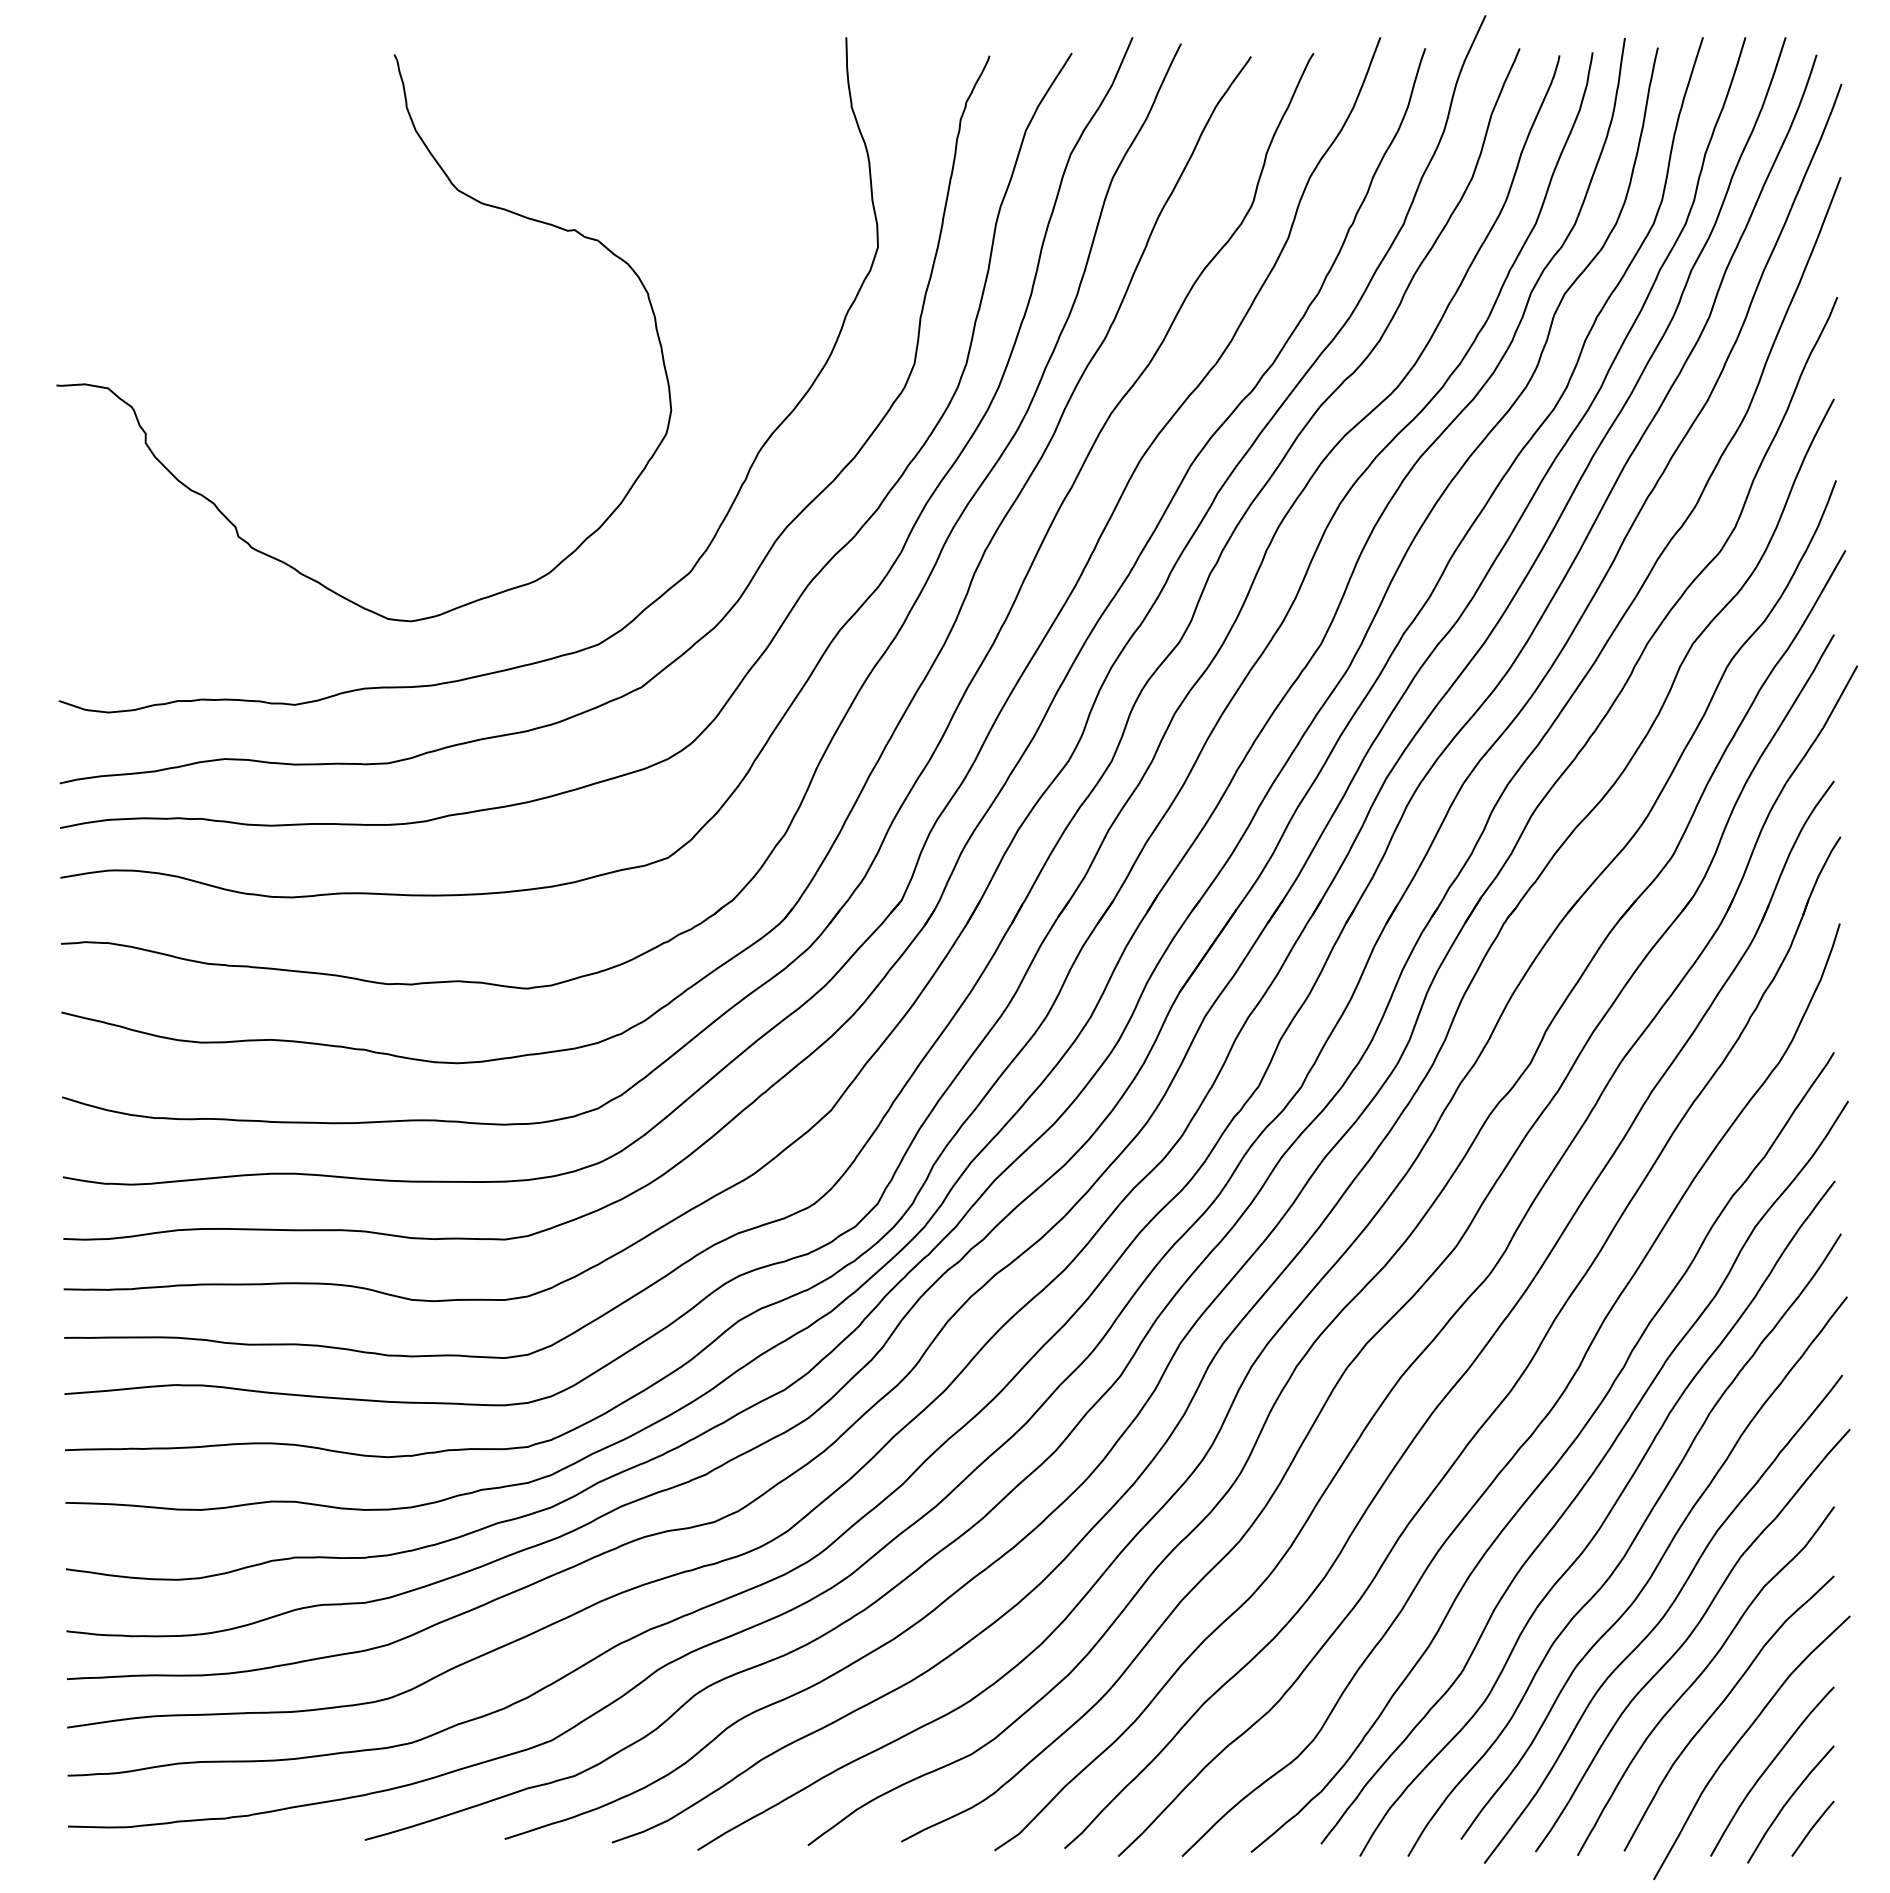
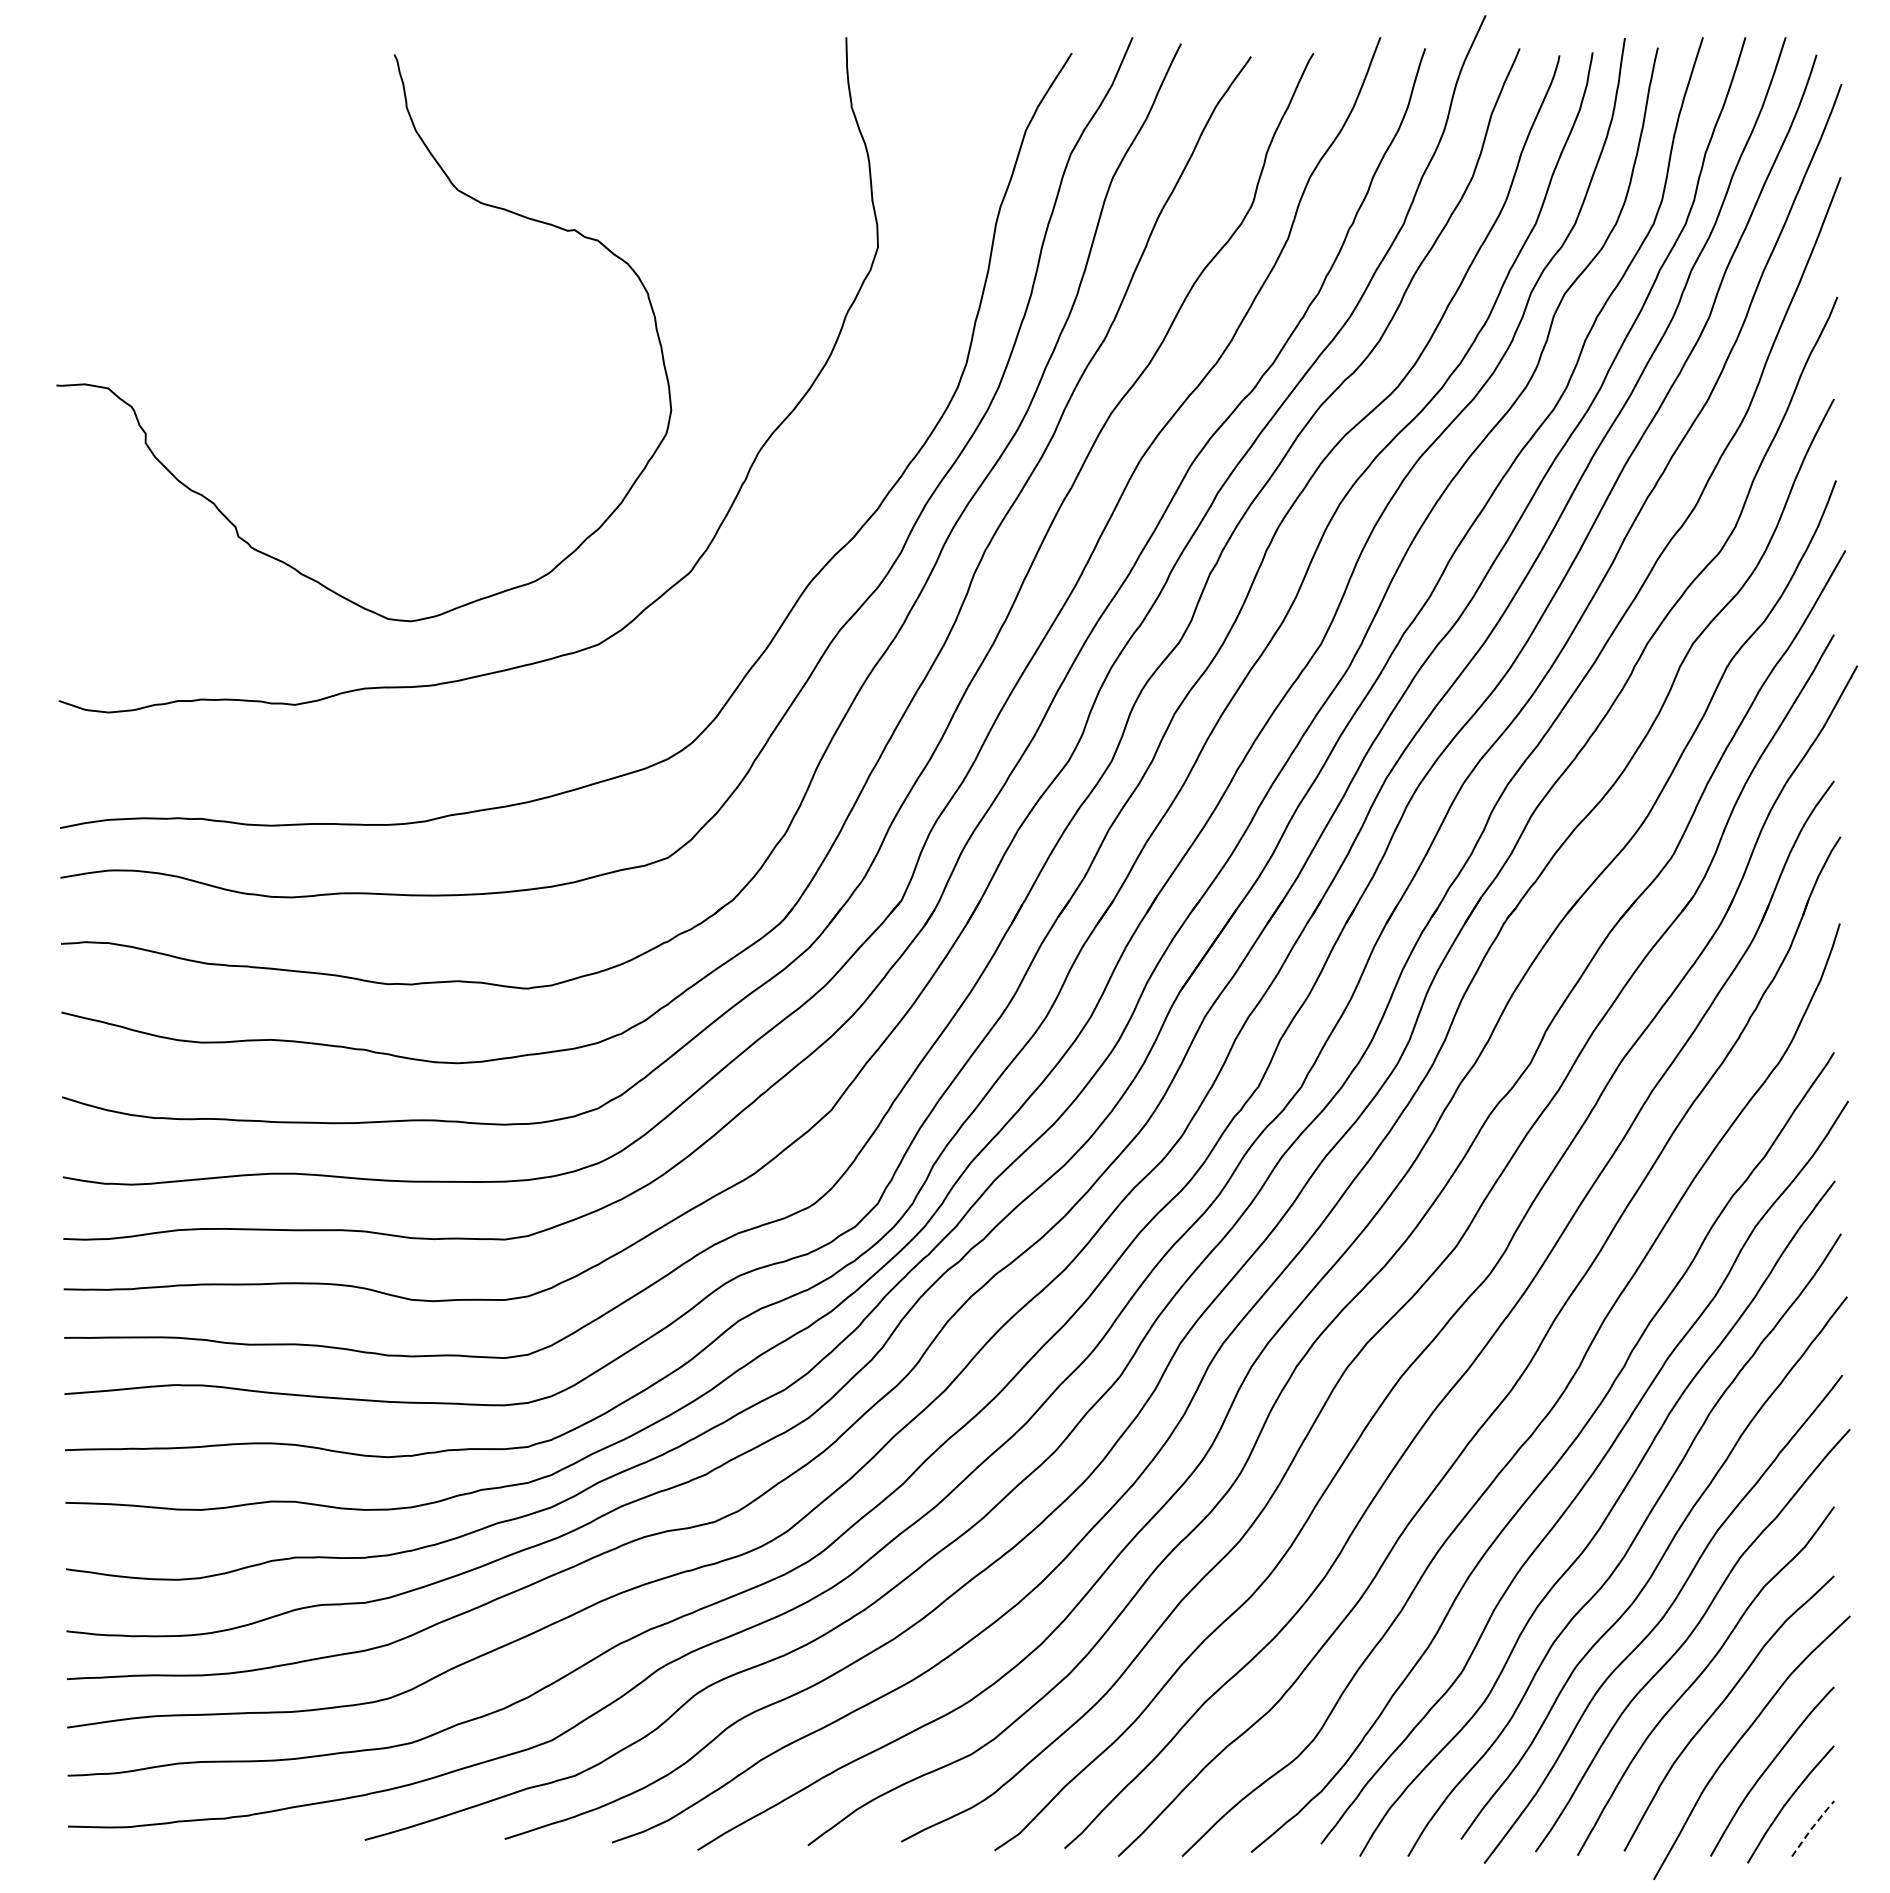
curve at (759, 564): present -> none
line at (1812, 1827): solid -> dashed
